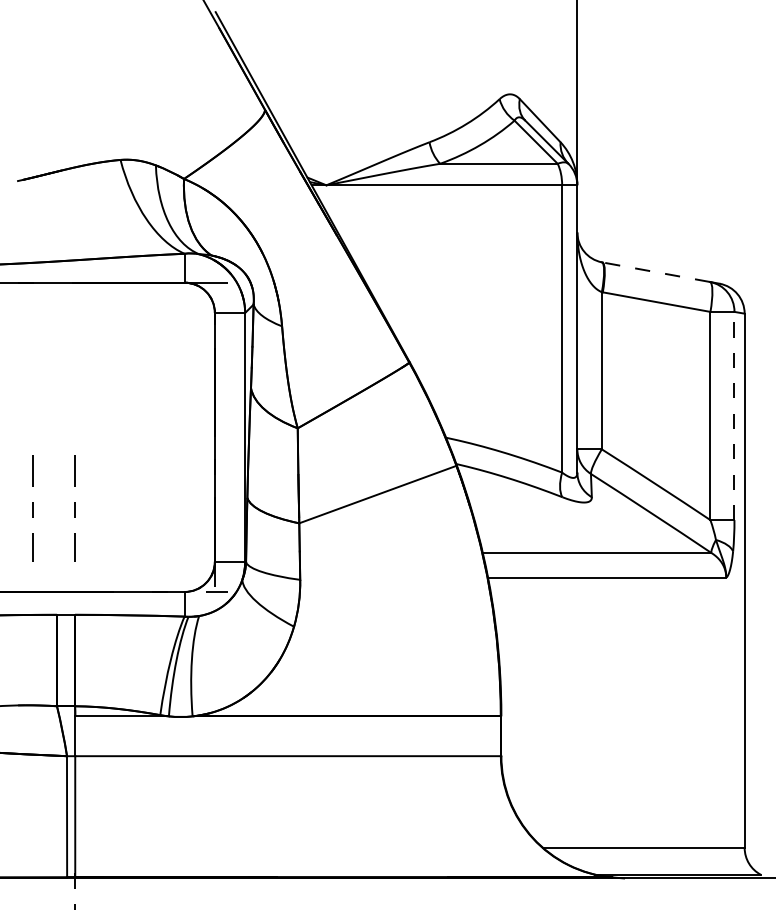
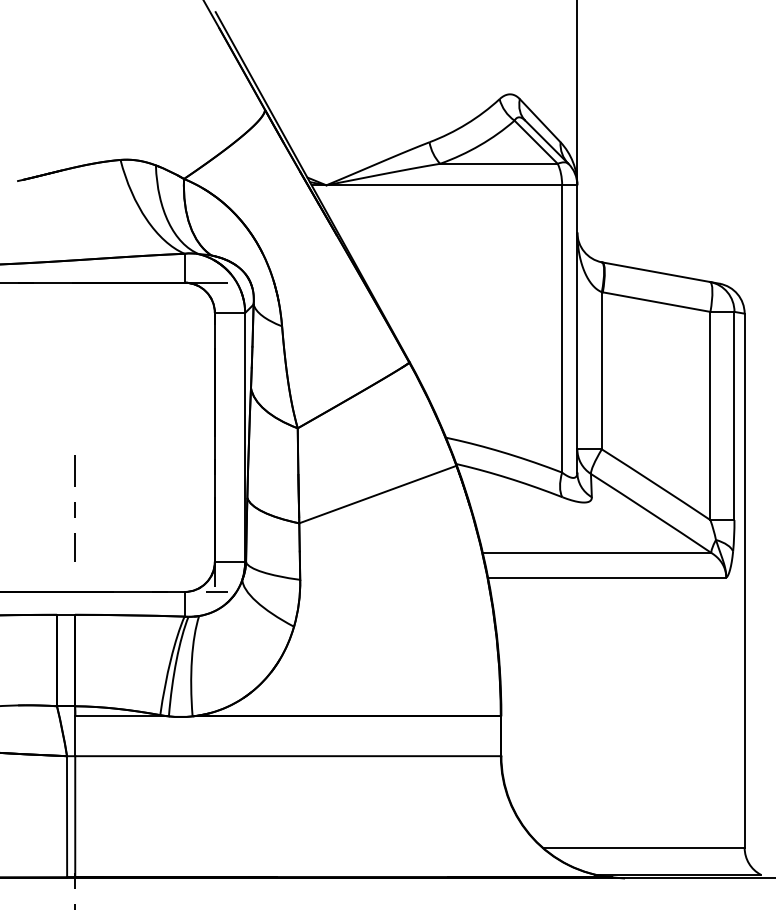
line at (656, 272): dashed -> solid
line at (734, 415): dashed -> solid
line at (32, 508): present -> none
